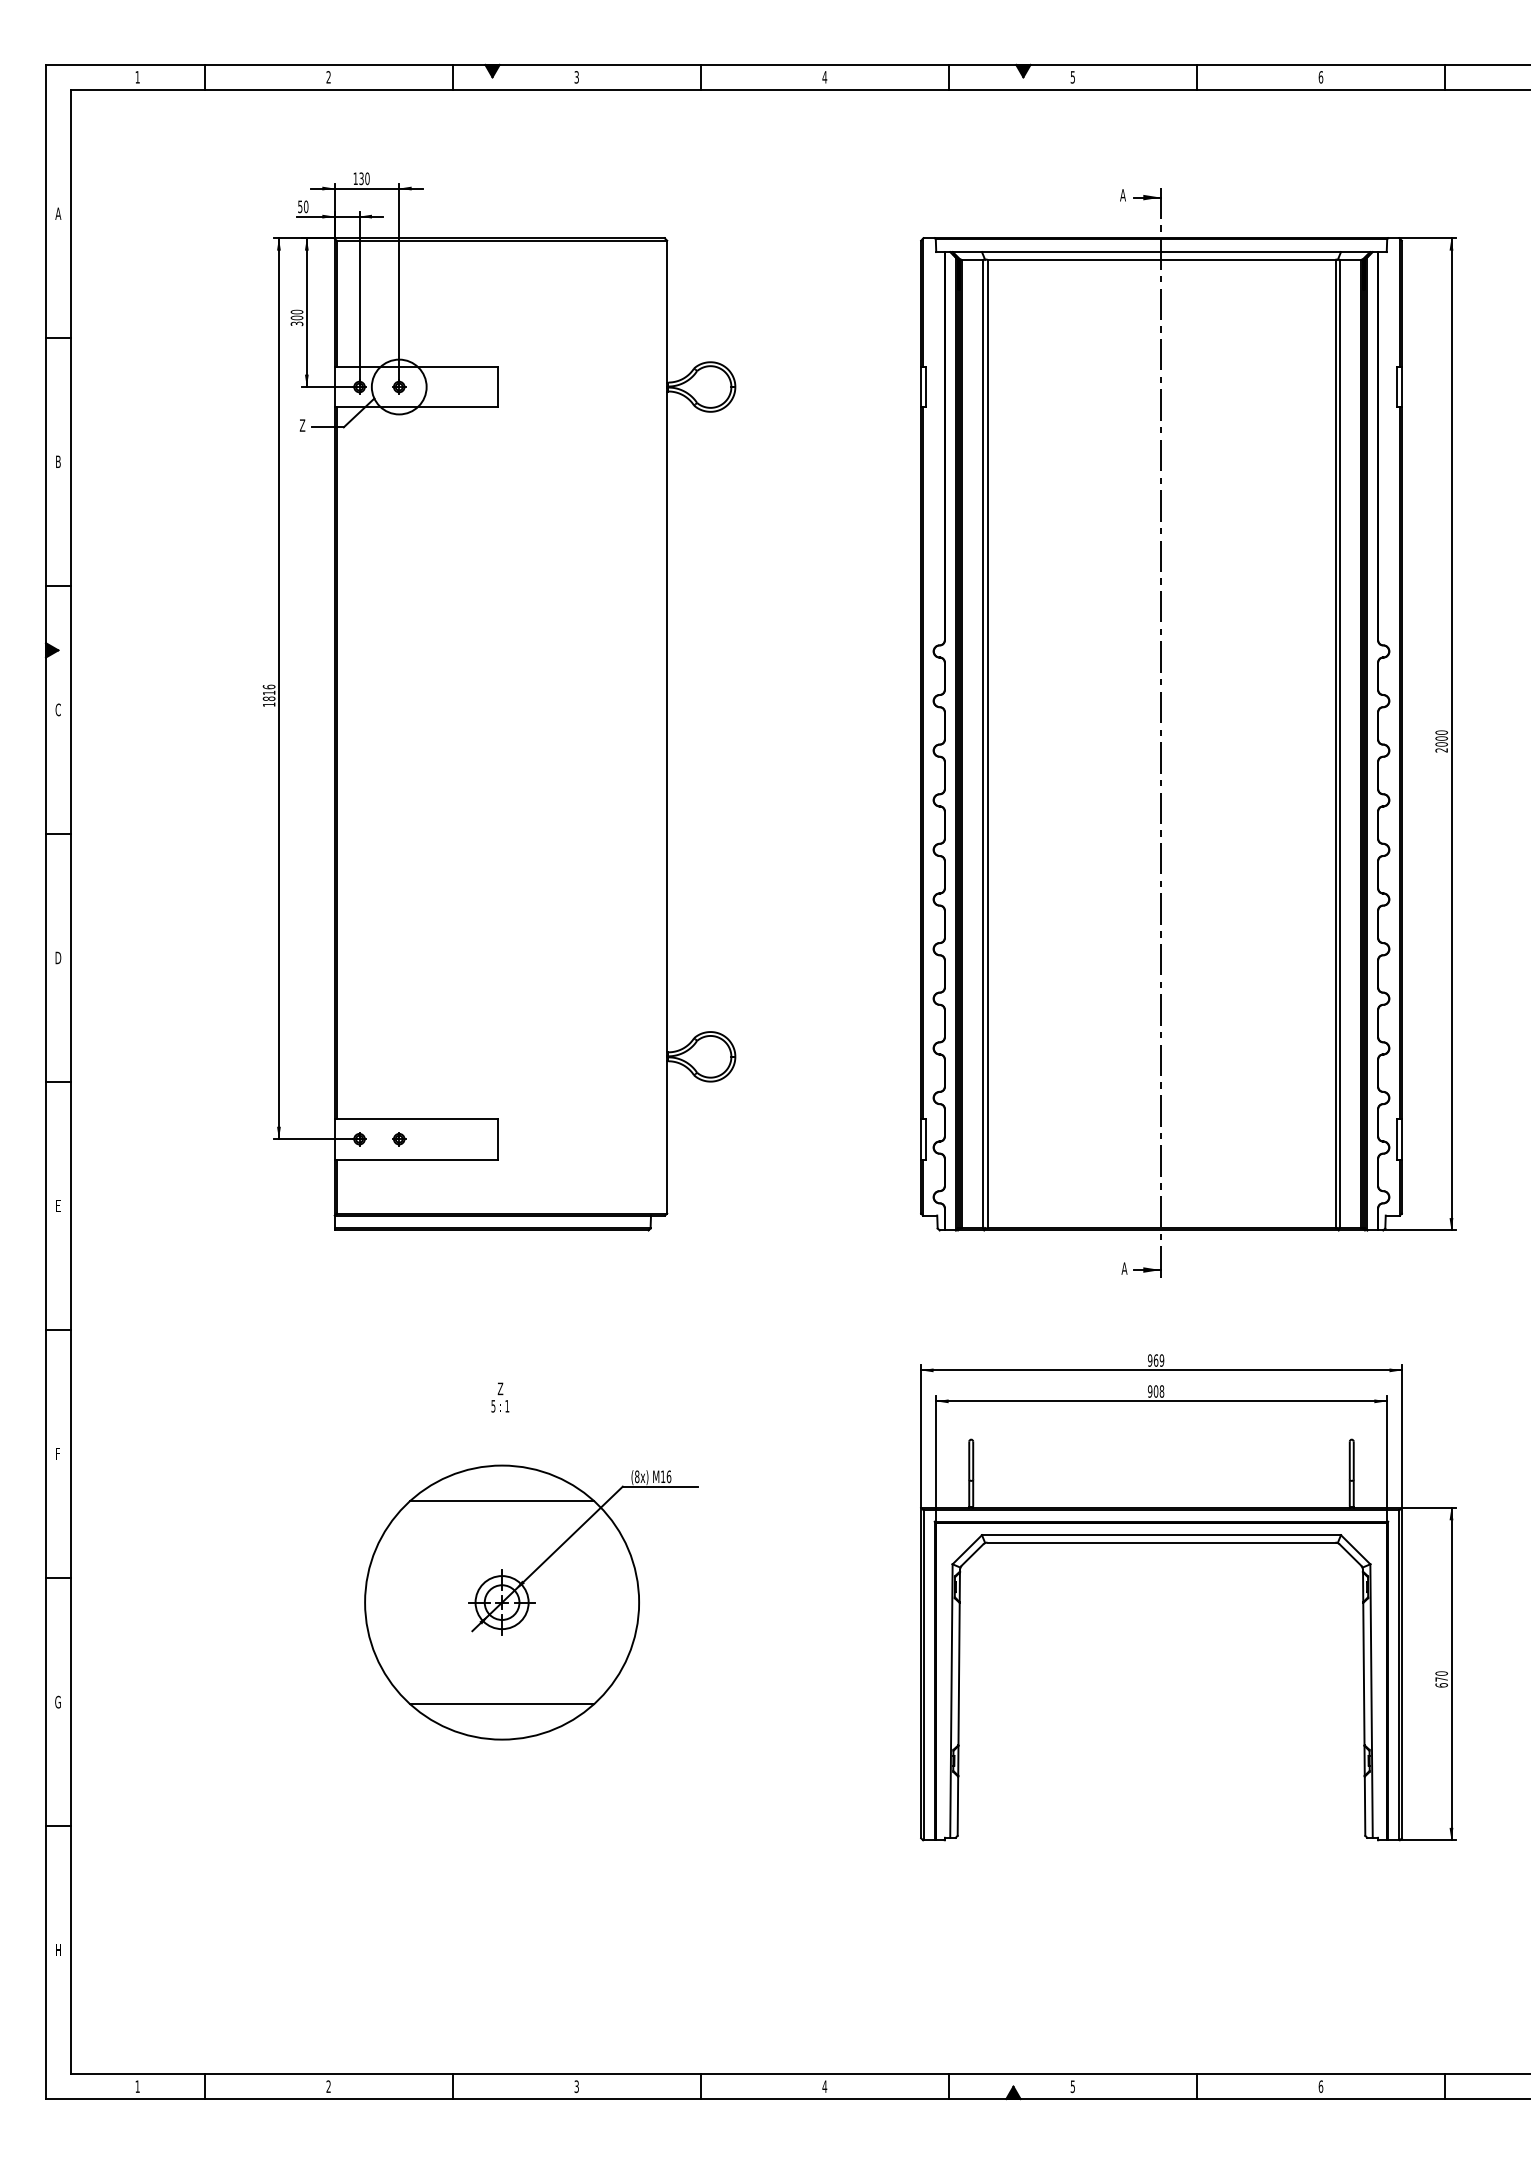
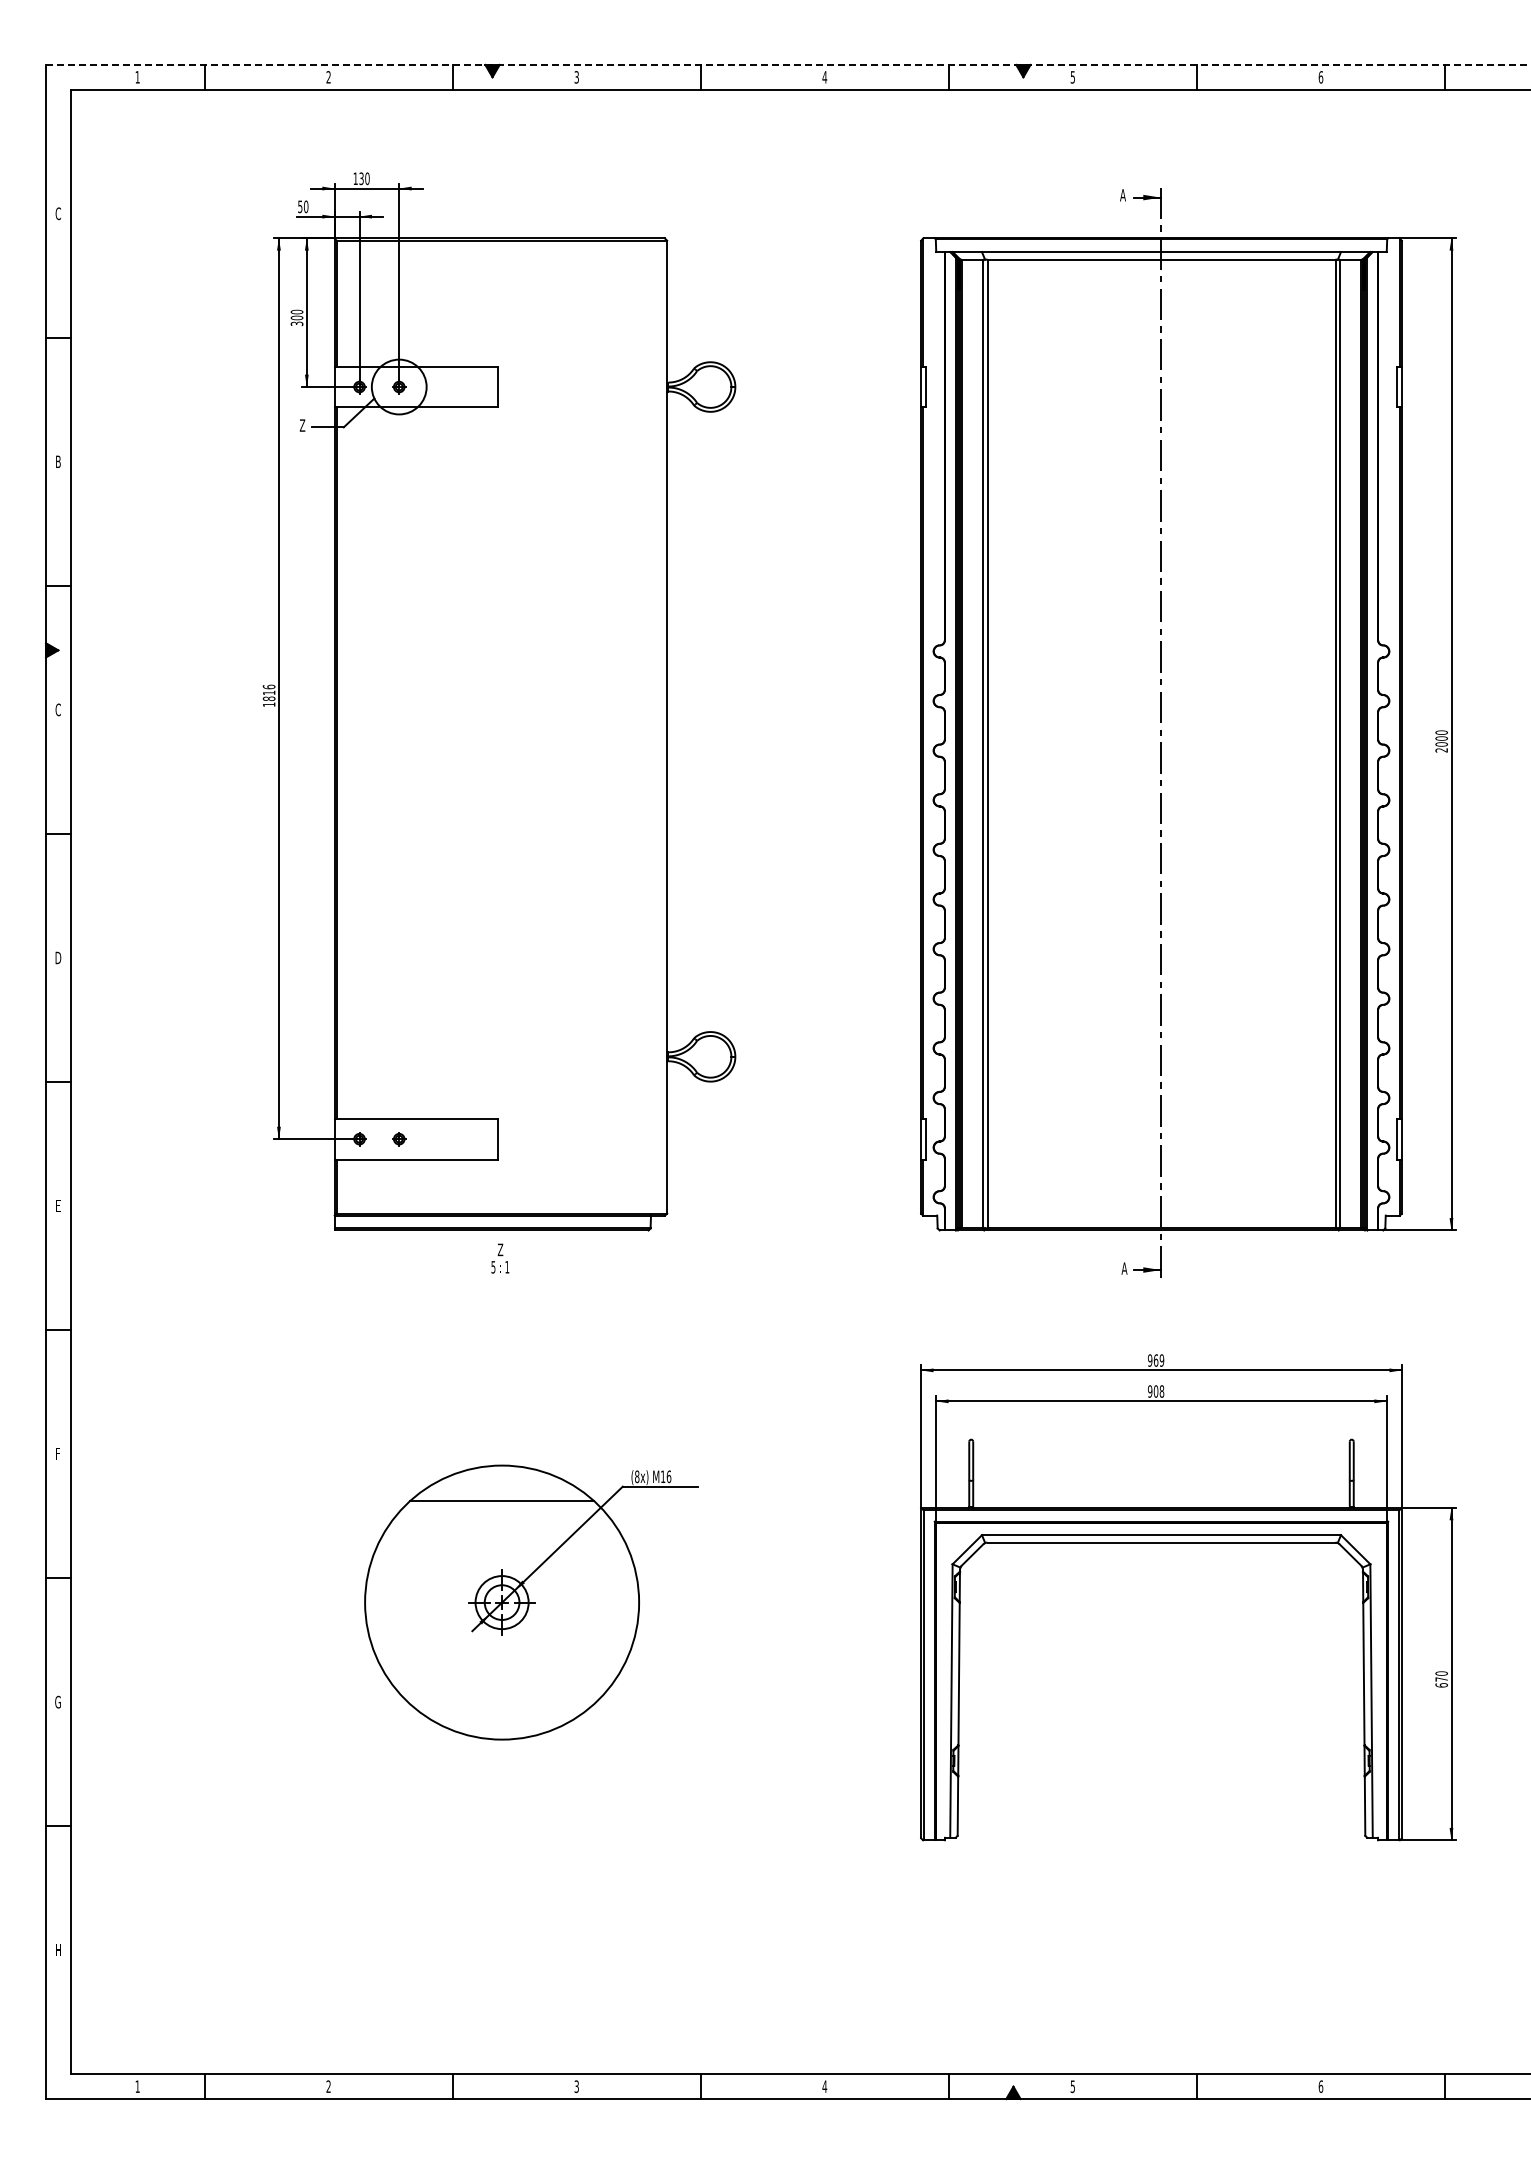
line at (788, 64): solid -> dashed
text at (58, 213): A -> C
text at (500, 1397) position: (500, 1397) -> (500, 1258)
line at (501, 1704): present -> none
